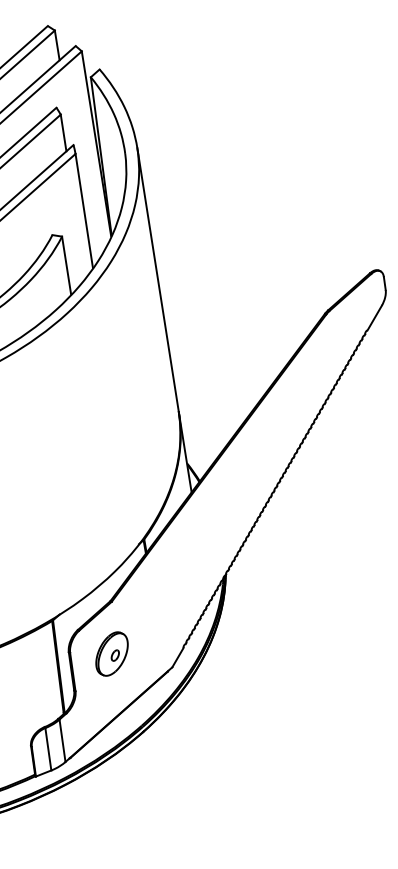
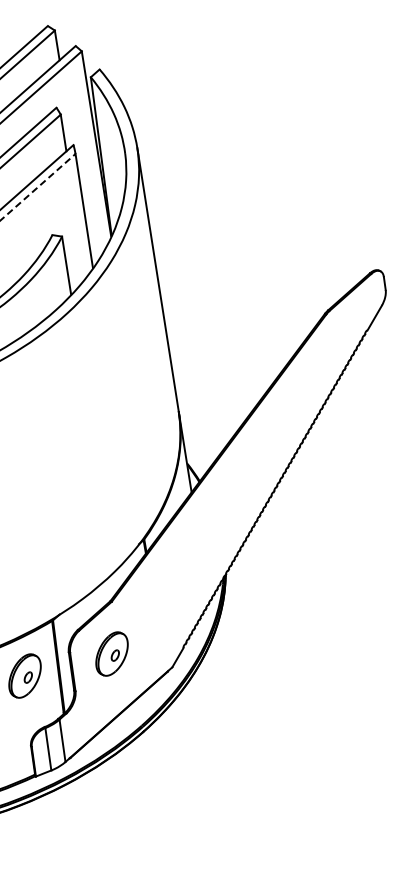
line at (38, 187): solid -> dashed
part at (24, 675): none -> present
